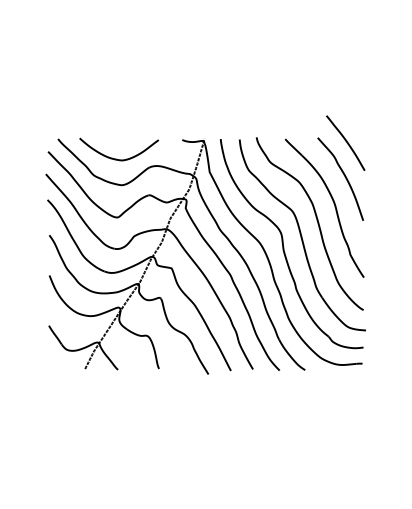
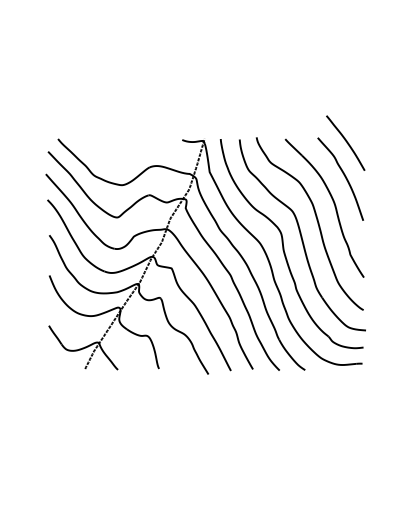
curve at (116, 158): present -> none
